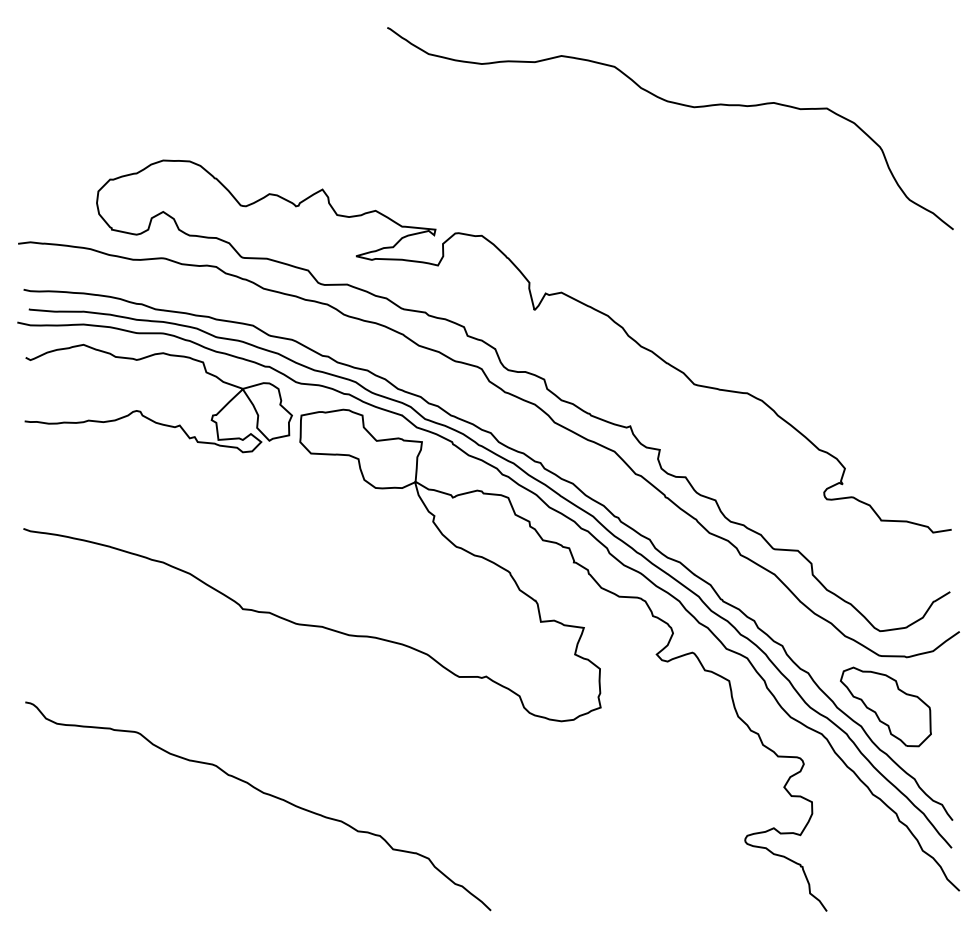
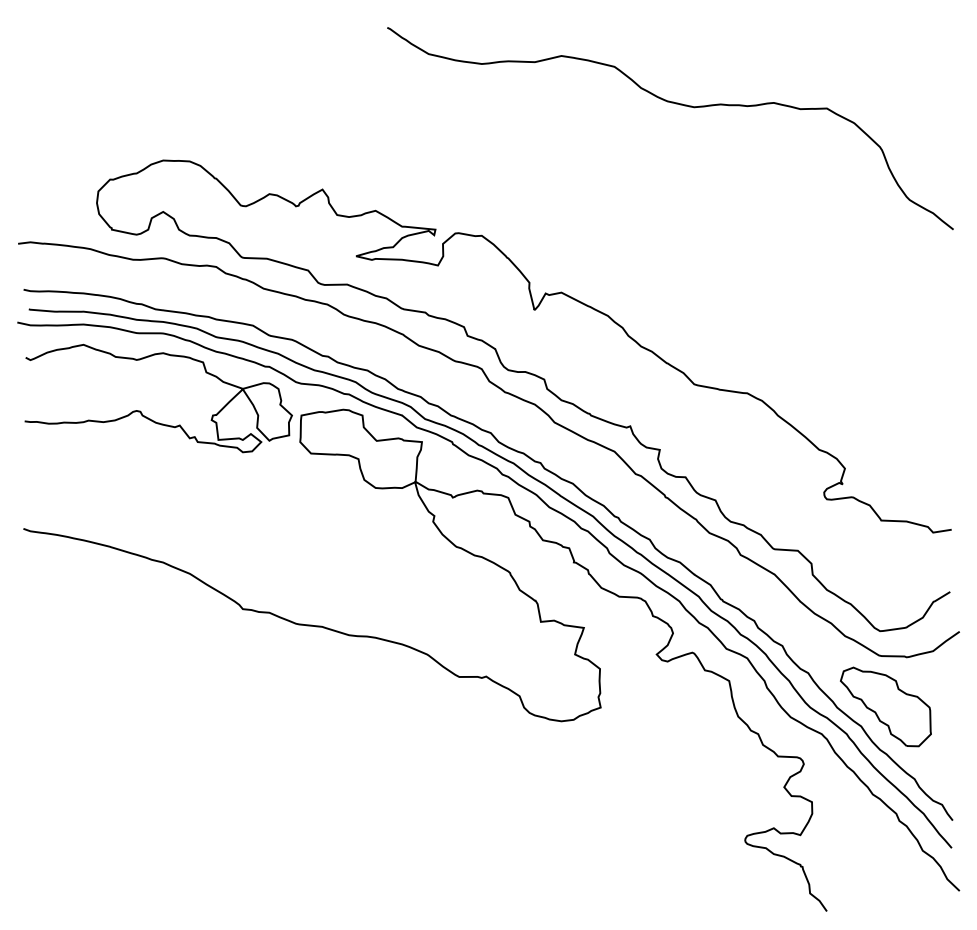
curve at (264, 794): present -> none
